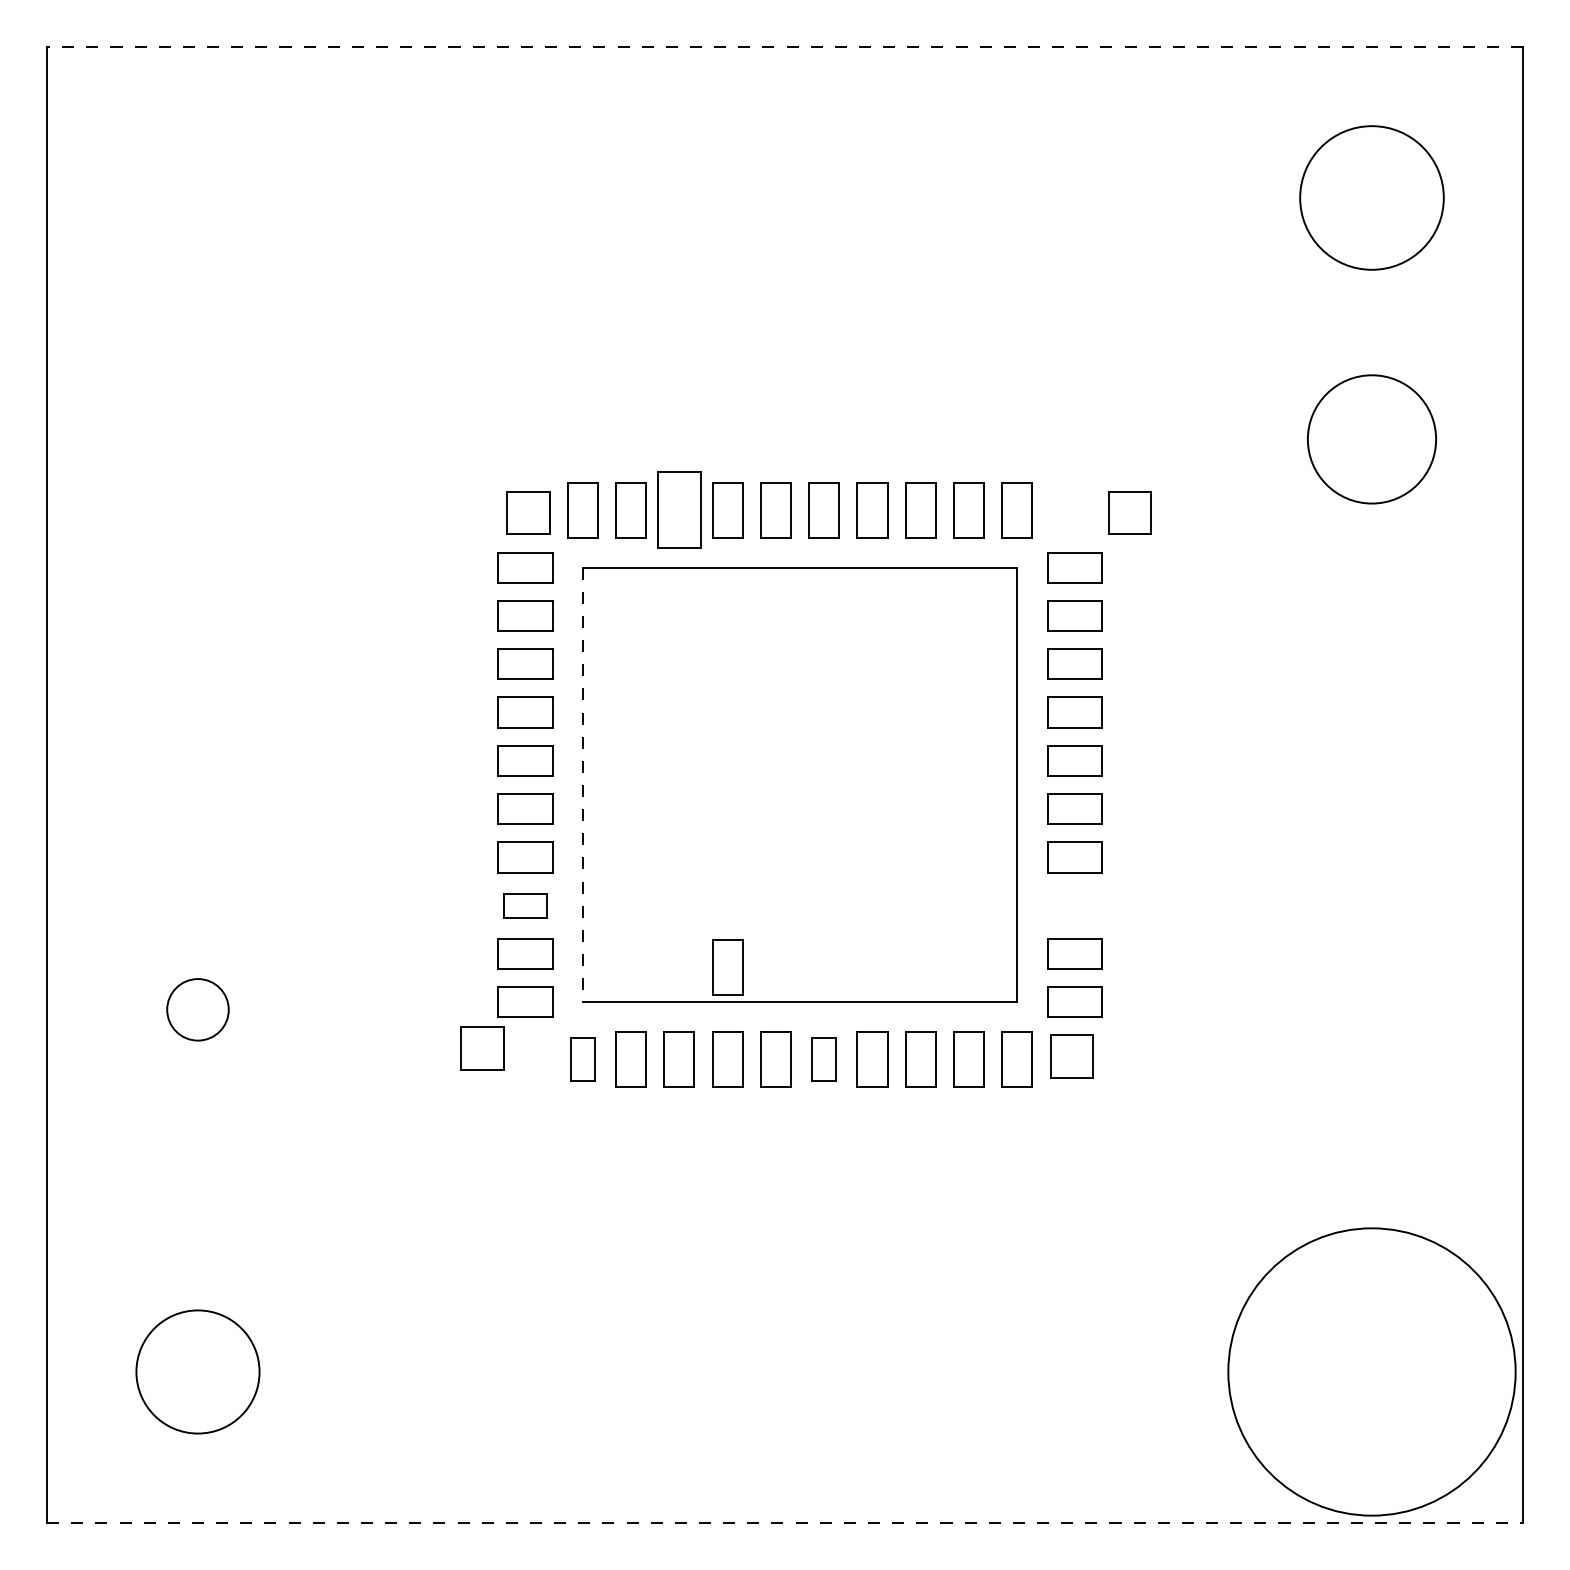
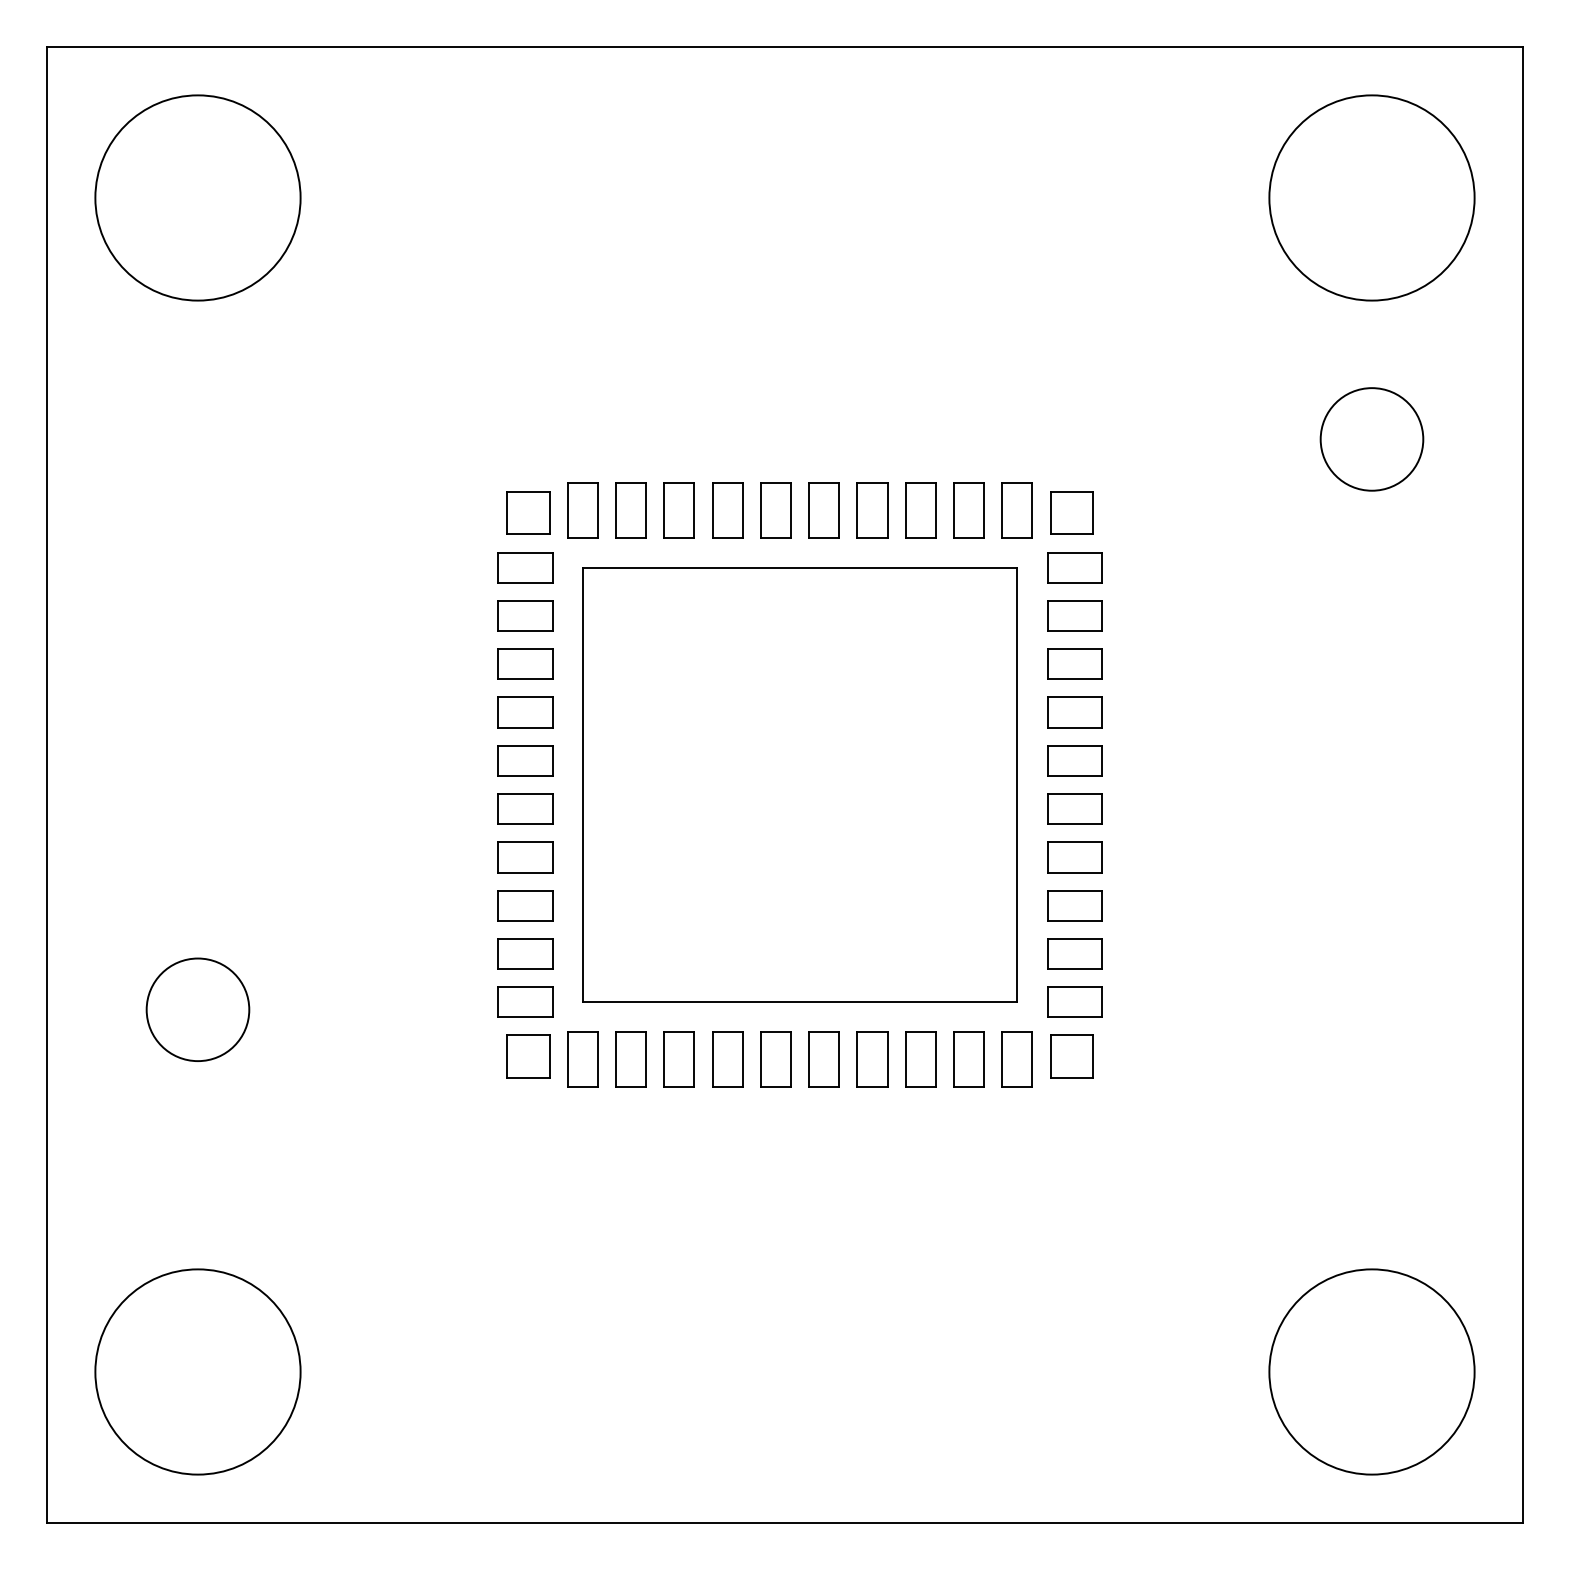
line at (784, 47): dashed -> solid
circle at (197, 197): none -> present
circle at (1371, 197) diameter: 144 px -> 205 px
circle at (1371, 439) diameter: 128 px -> 103 px
part at (679, 509) size: 45x78 px -> 32x57 px
part at (1129, 512) position: (1129, 512) -> (1071, 512)
line at (582, 785): dashed -> solid
part at (525, 905) size: 45x26 px -> 57x32 px
part at (1074, 905): none -> present
part at (727, 967): present -> none
circle at (197, 1009) diameter: 62 px -> 103 px
part at (482, 1048) position: (482, 1048) -> (528, 1056)
part at (582, 1059) size: 26x45 px -> 32x57 px
part at (823, 1059) size: 26x45 px -> 32x57 px
circle at (197, 1371) diameter: 123 px -> 205 px
circle at (1371, 1371) diameter: 287 px -> 205 px
line at (785, 1522): dashed -> solid
